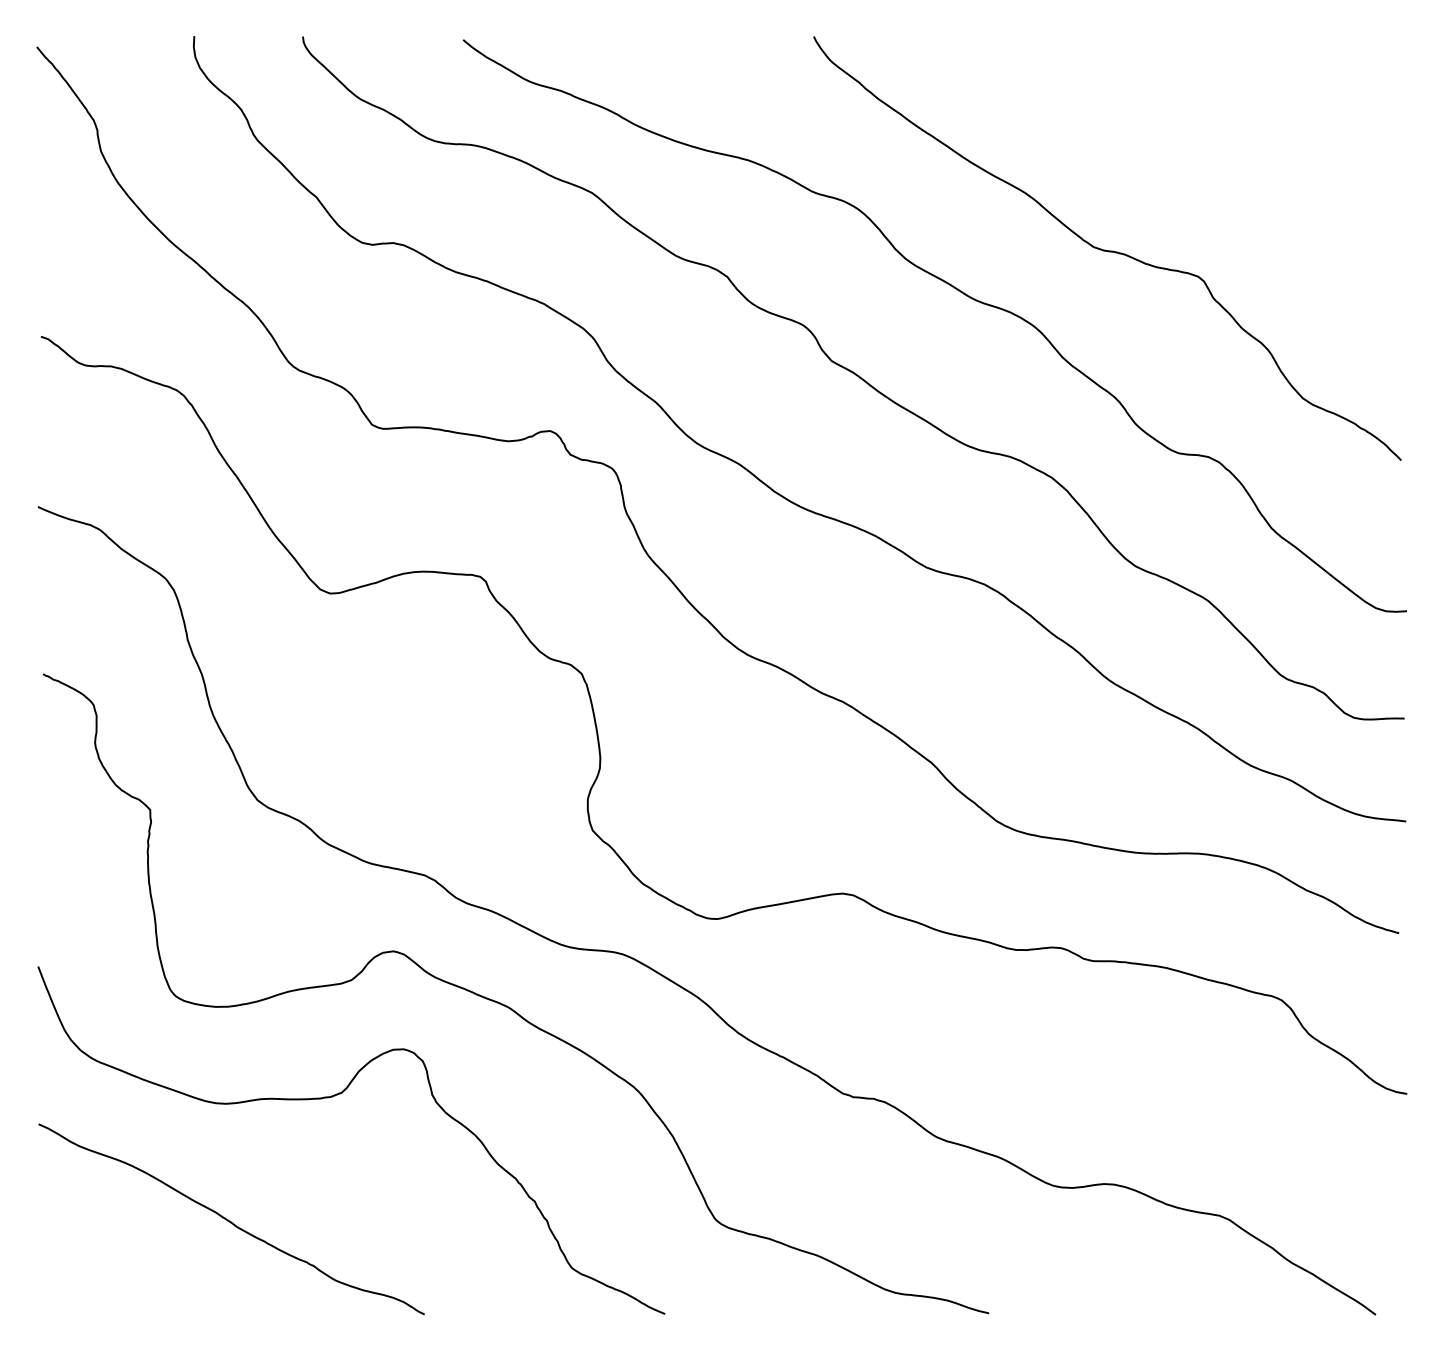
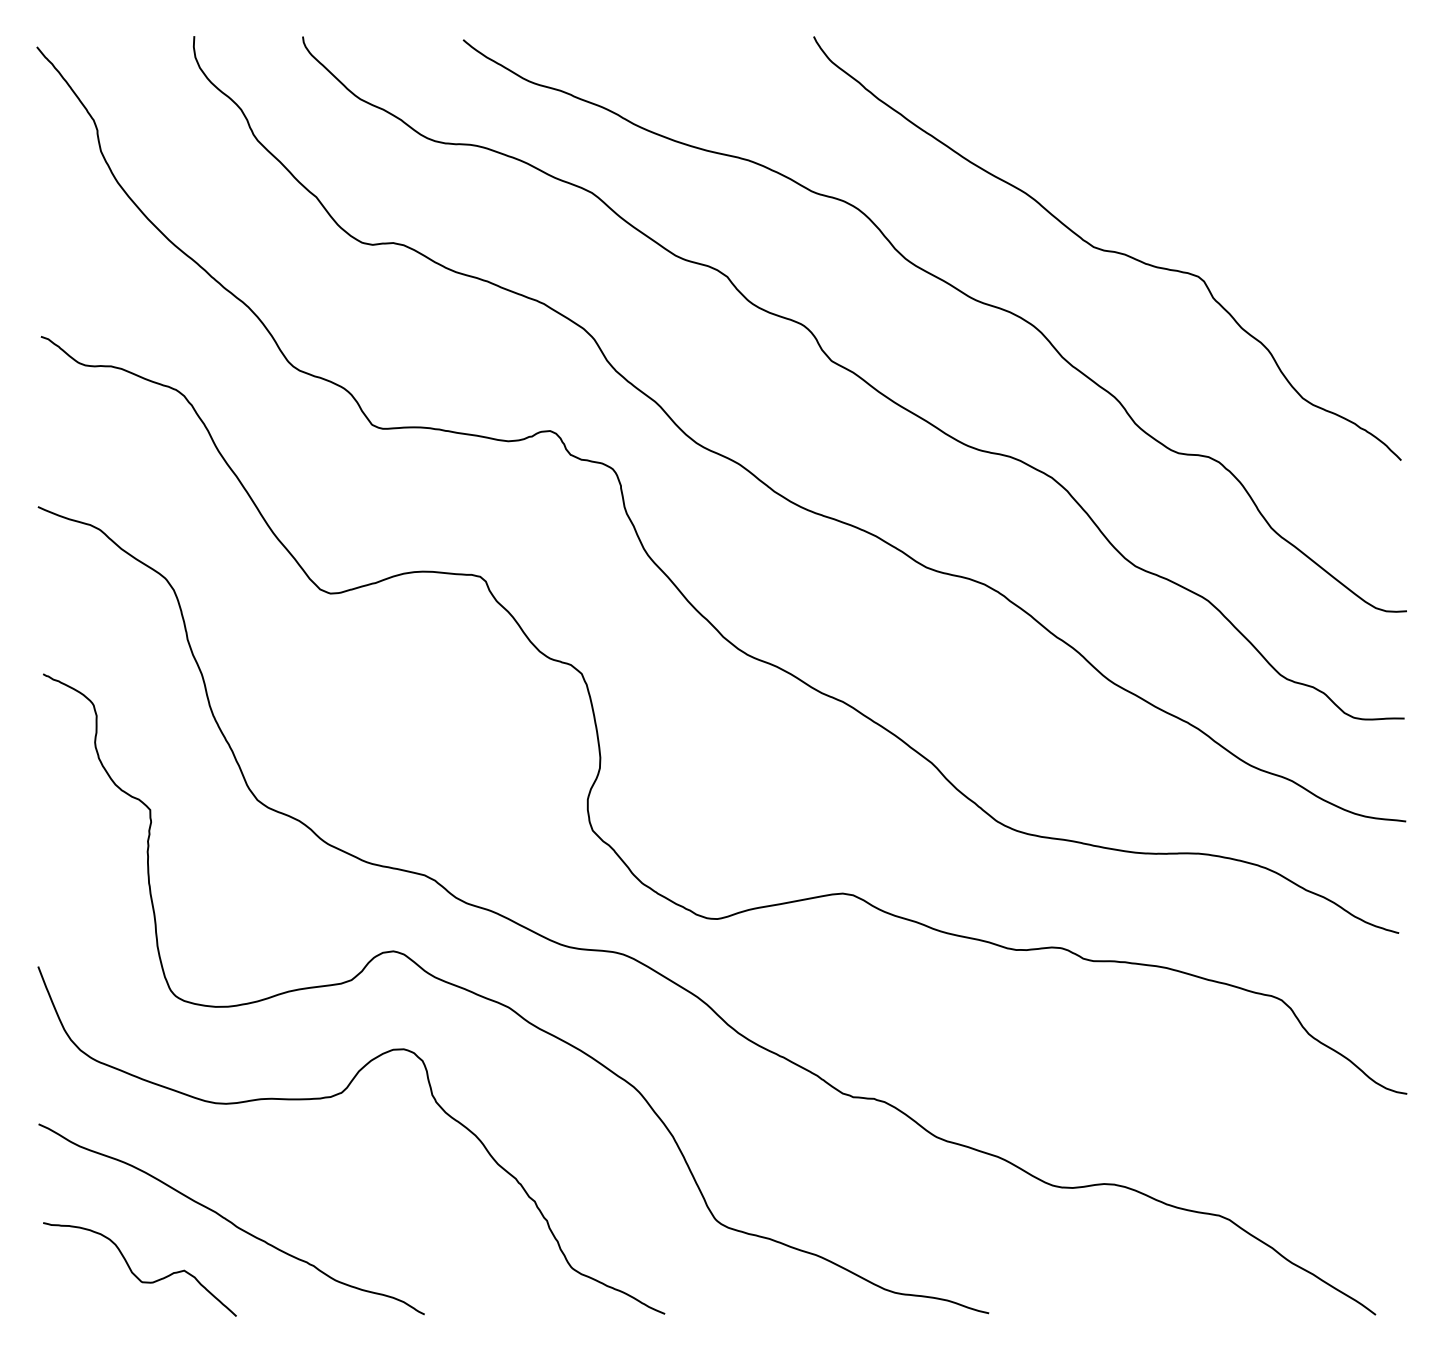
curve at (134, 1273): none -> present
